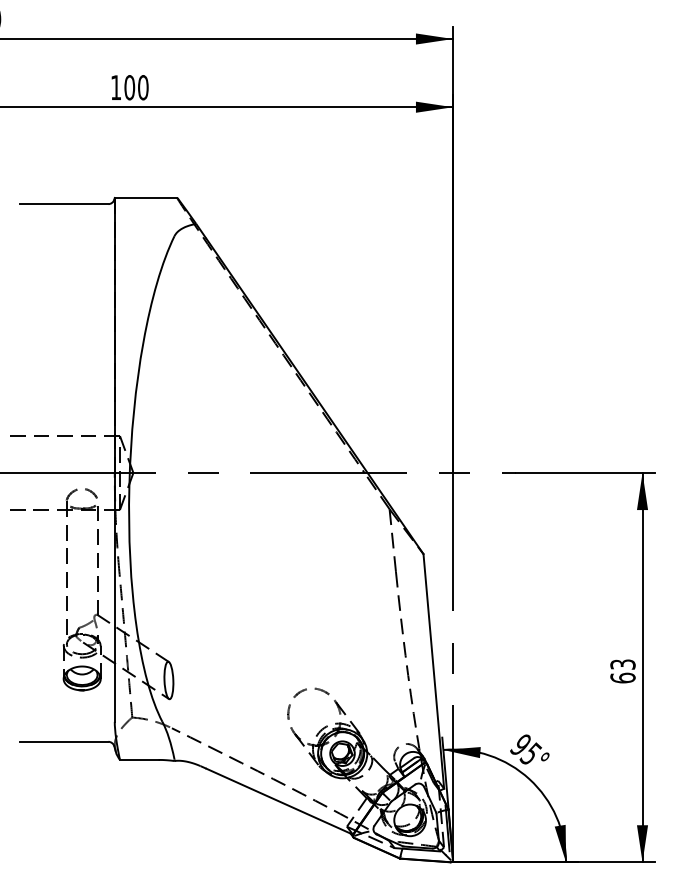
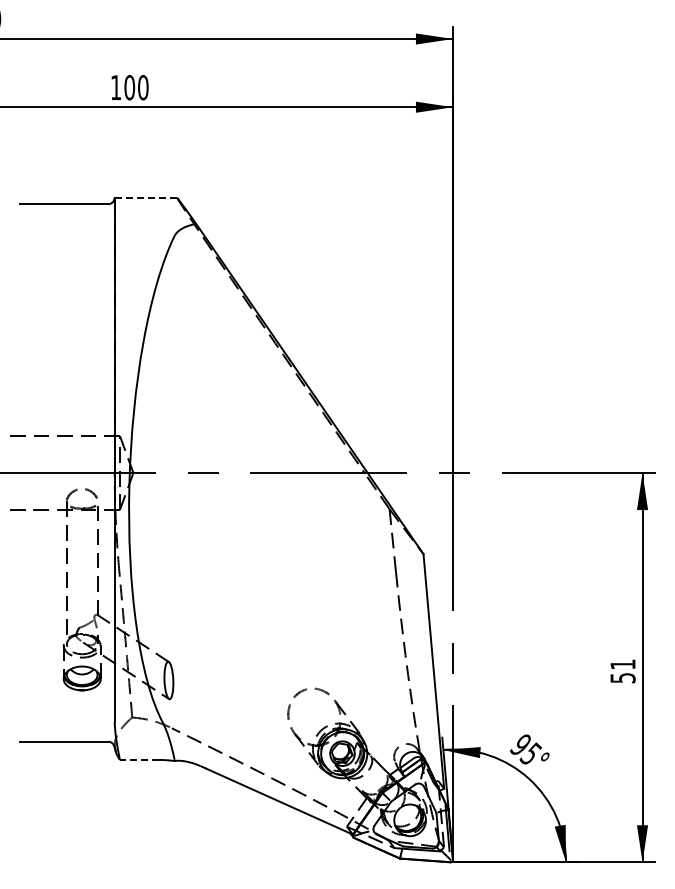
line at (145, 197): solid -> dashed
text at (622, 671): 63 -> 51
line at (138, 759): solid -> dashed
